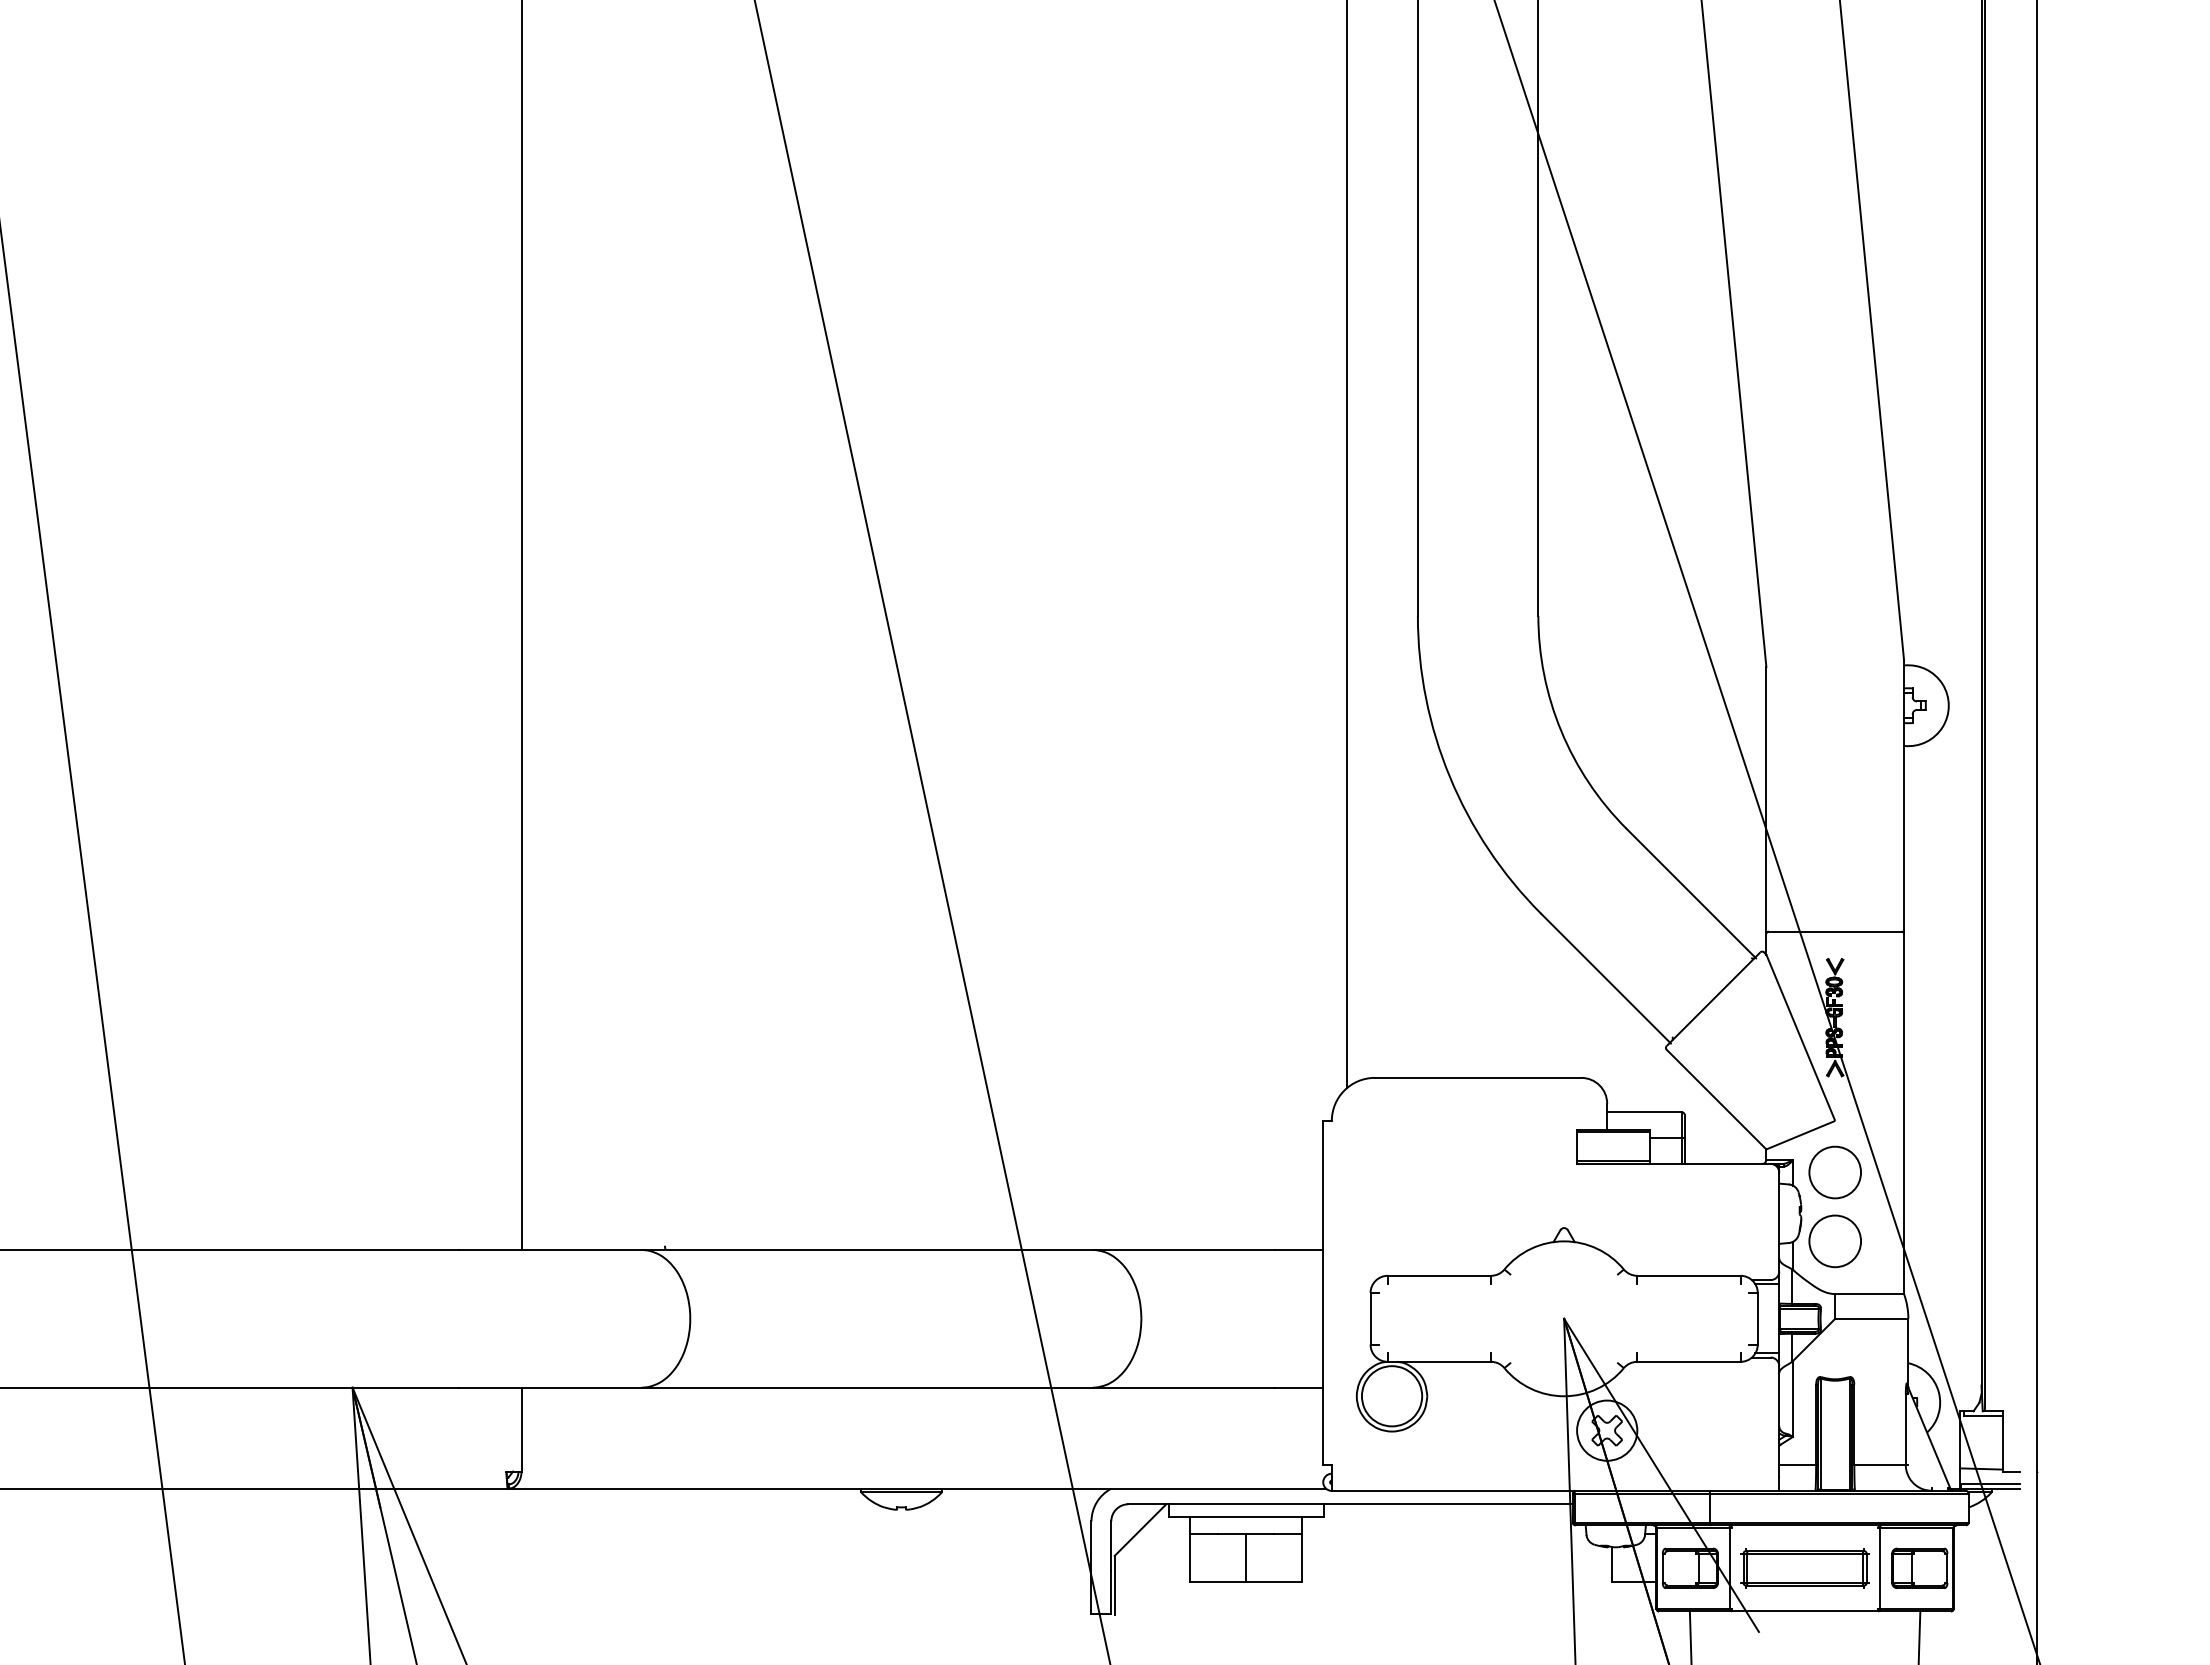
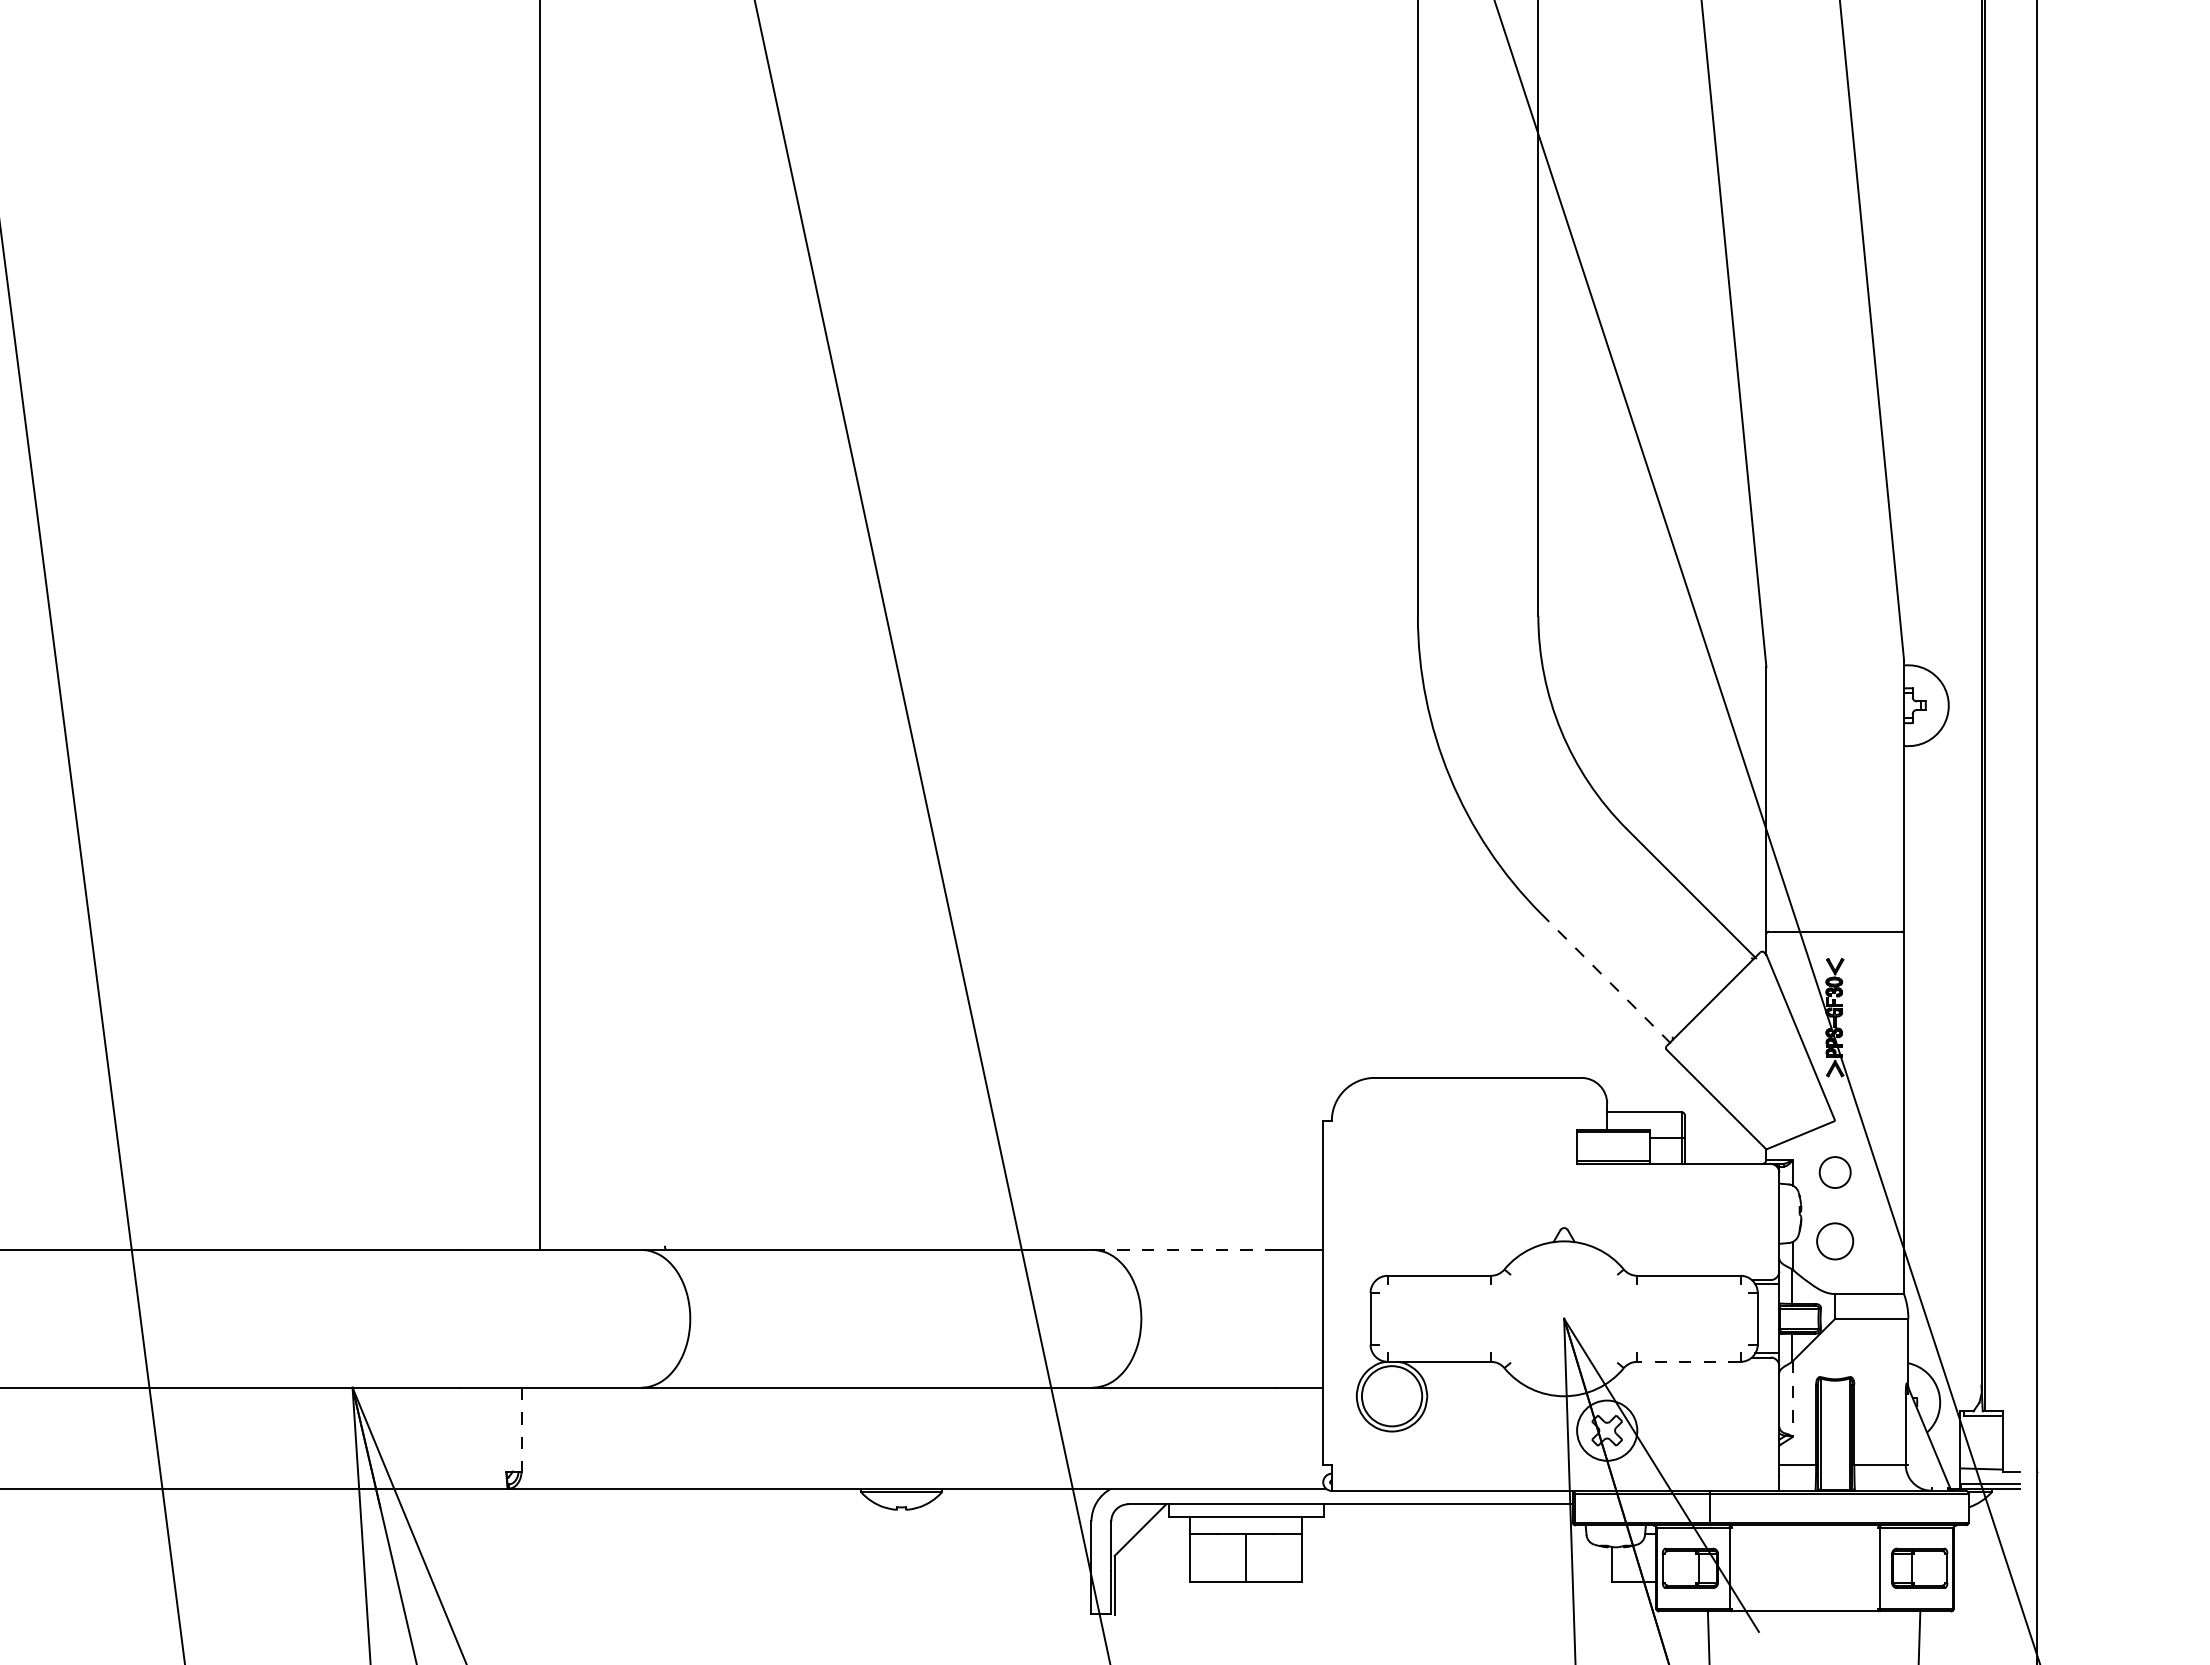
line at (1347, 545): present -> none
line at (521, 625) position: (521, 625) -> (539, 625)
line at (1606, 978): solid -> dashed
circle at (1835, 1172) diameter: 52 px -> 31 px
circle at (1834, 1241) size: 54x55 px -> 39x39 px
line at (1184, 1249): solid -> dashed
line at (1688, 1361): solid -> dashed
line at (1792, 1399): solid -> dashed
line at (521, 1429): solid -> dashed
part at (1804, 1568): present -> none
line at (1690, 1636) position: (1690, 1636) -> (1708, 1635)
